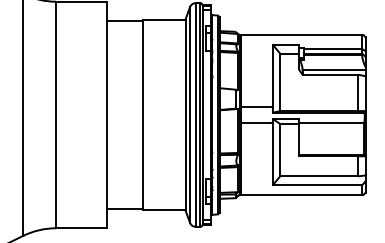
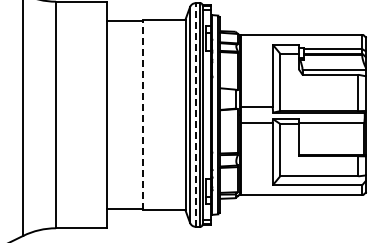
line at (143, 114): solid -> dashed
line at (195, 114): solid -> dashed
